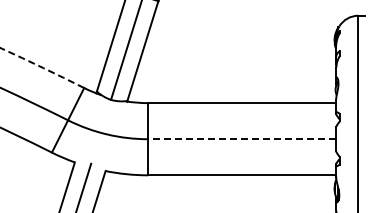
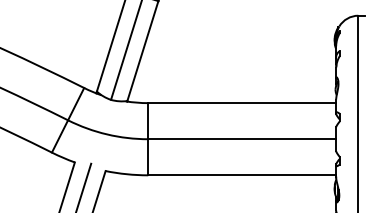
arc at (42, 67): dashed -> solid
line at (242, 139): dashed -> solid
